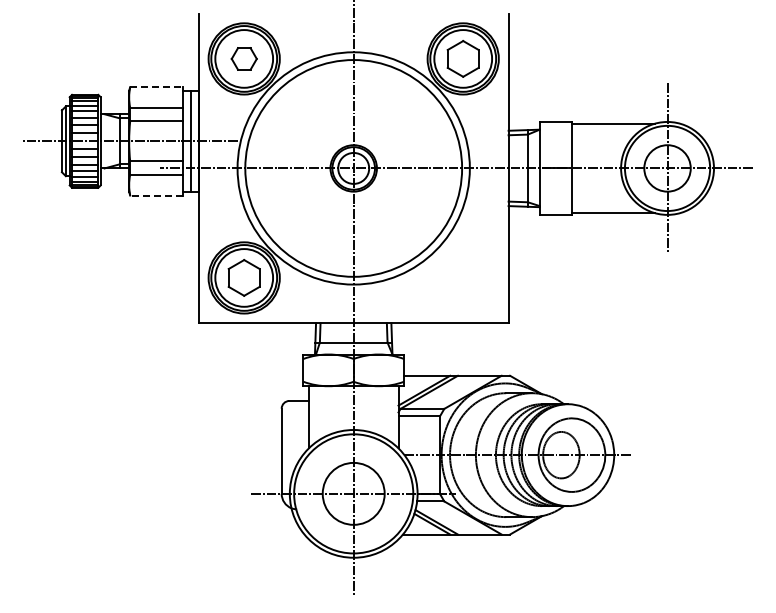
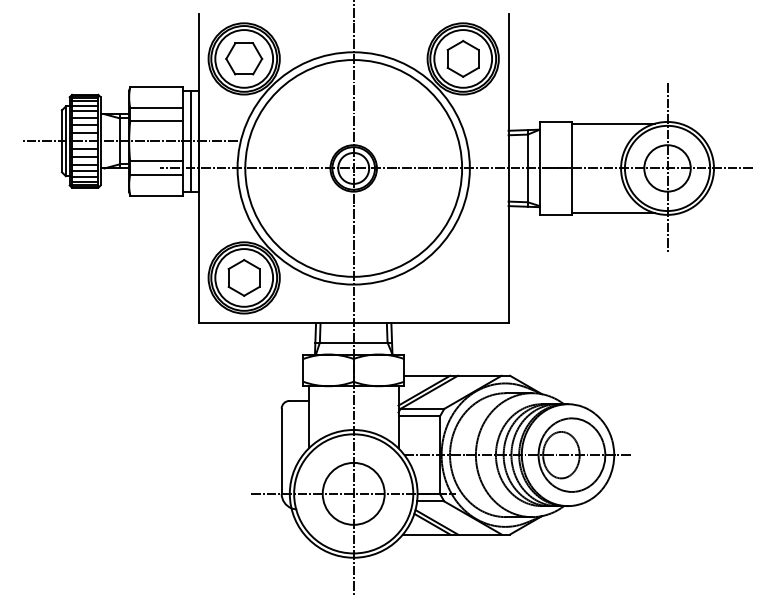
part at (243, 58) size: 28x24 px -> 39x34 px
line at (156, 87): dashed -> solid
line at (156, 195): dashed -> solid
